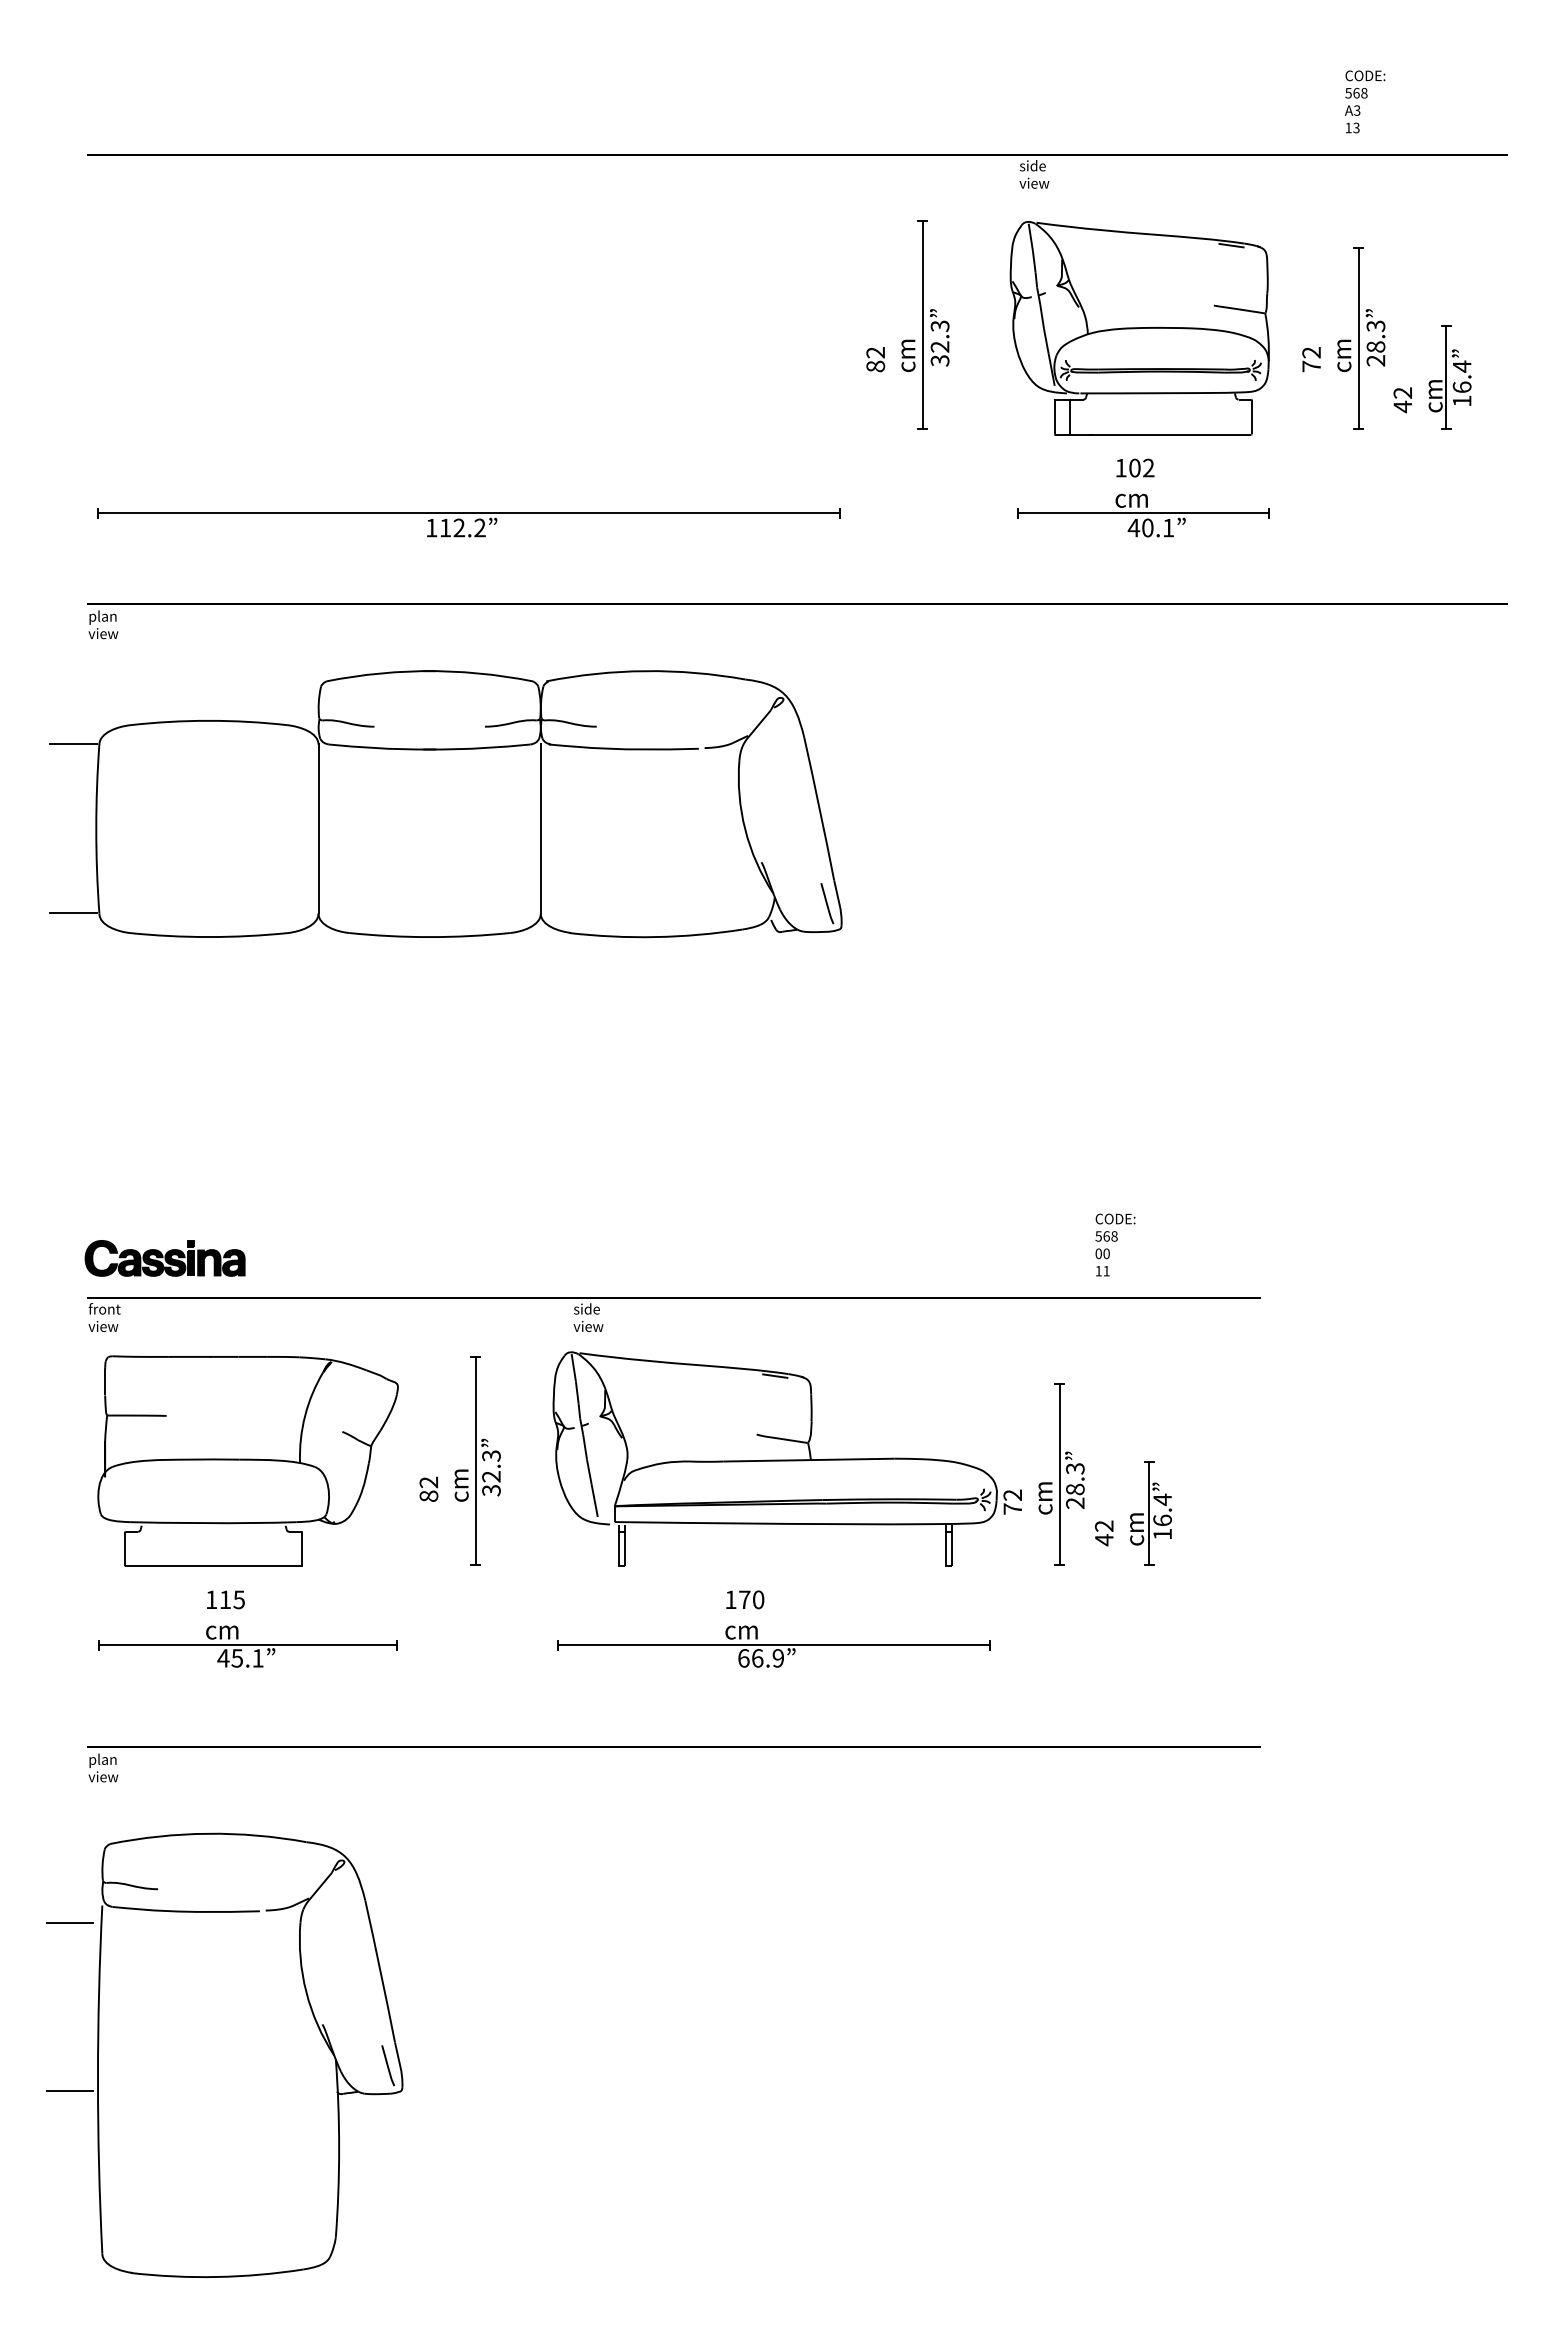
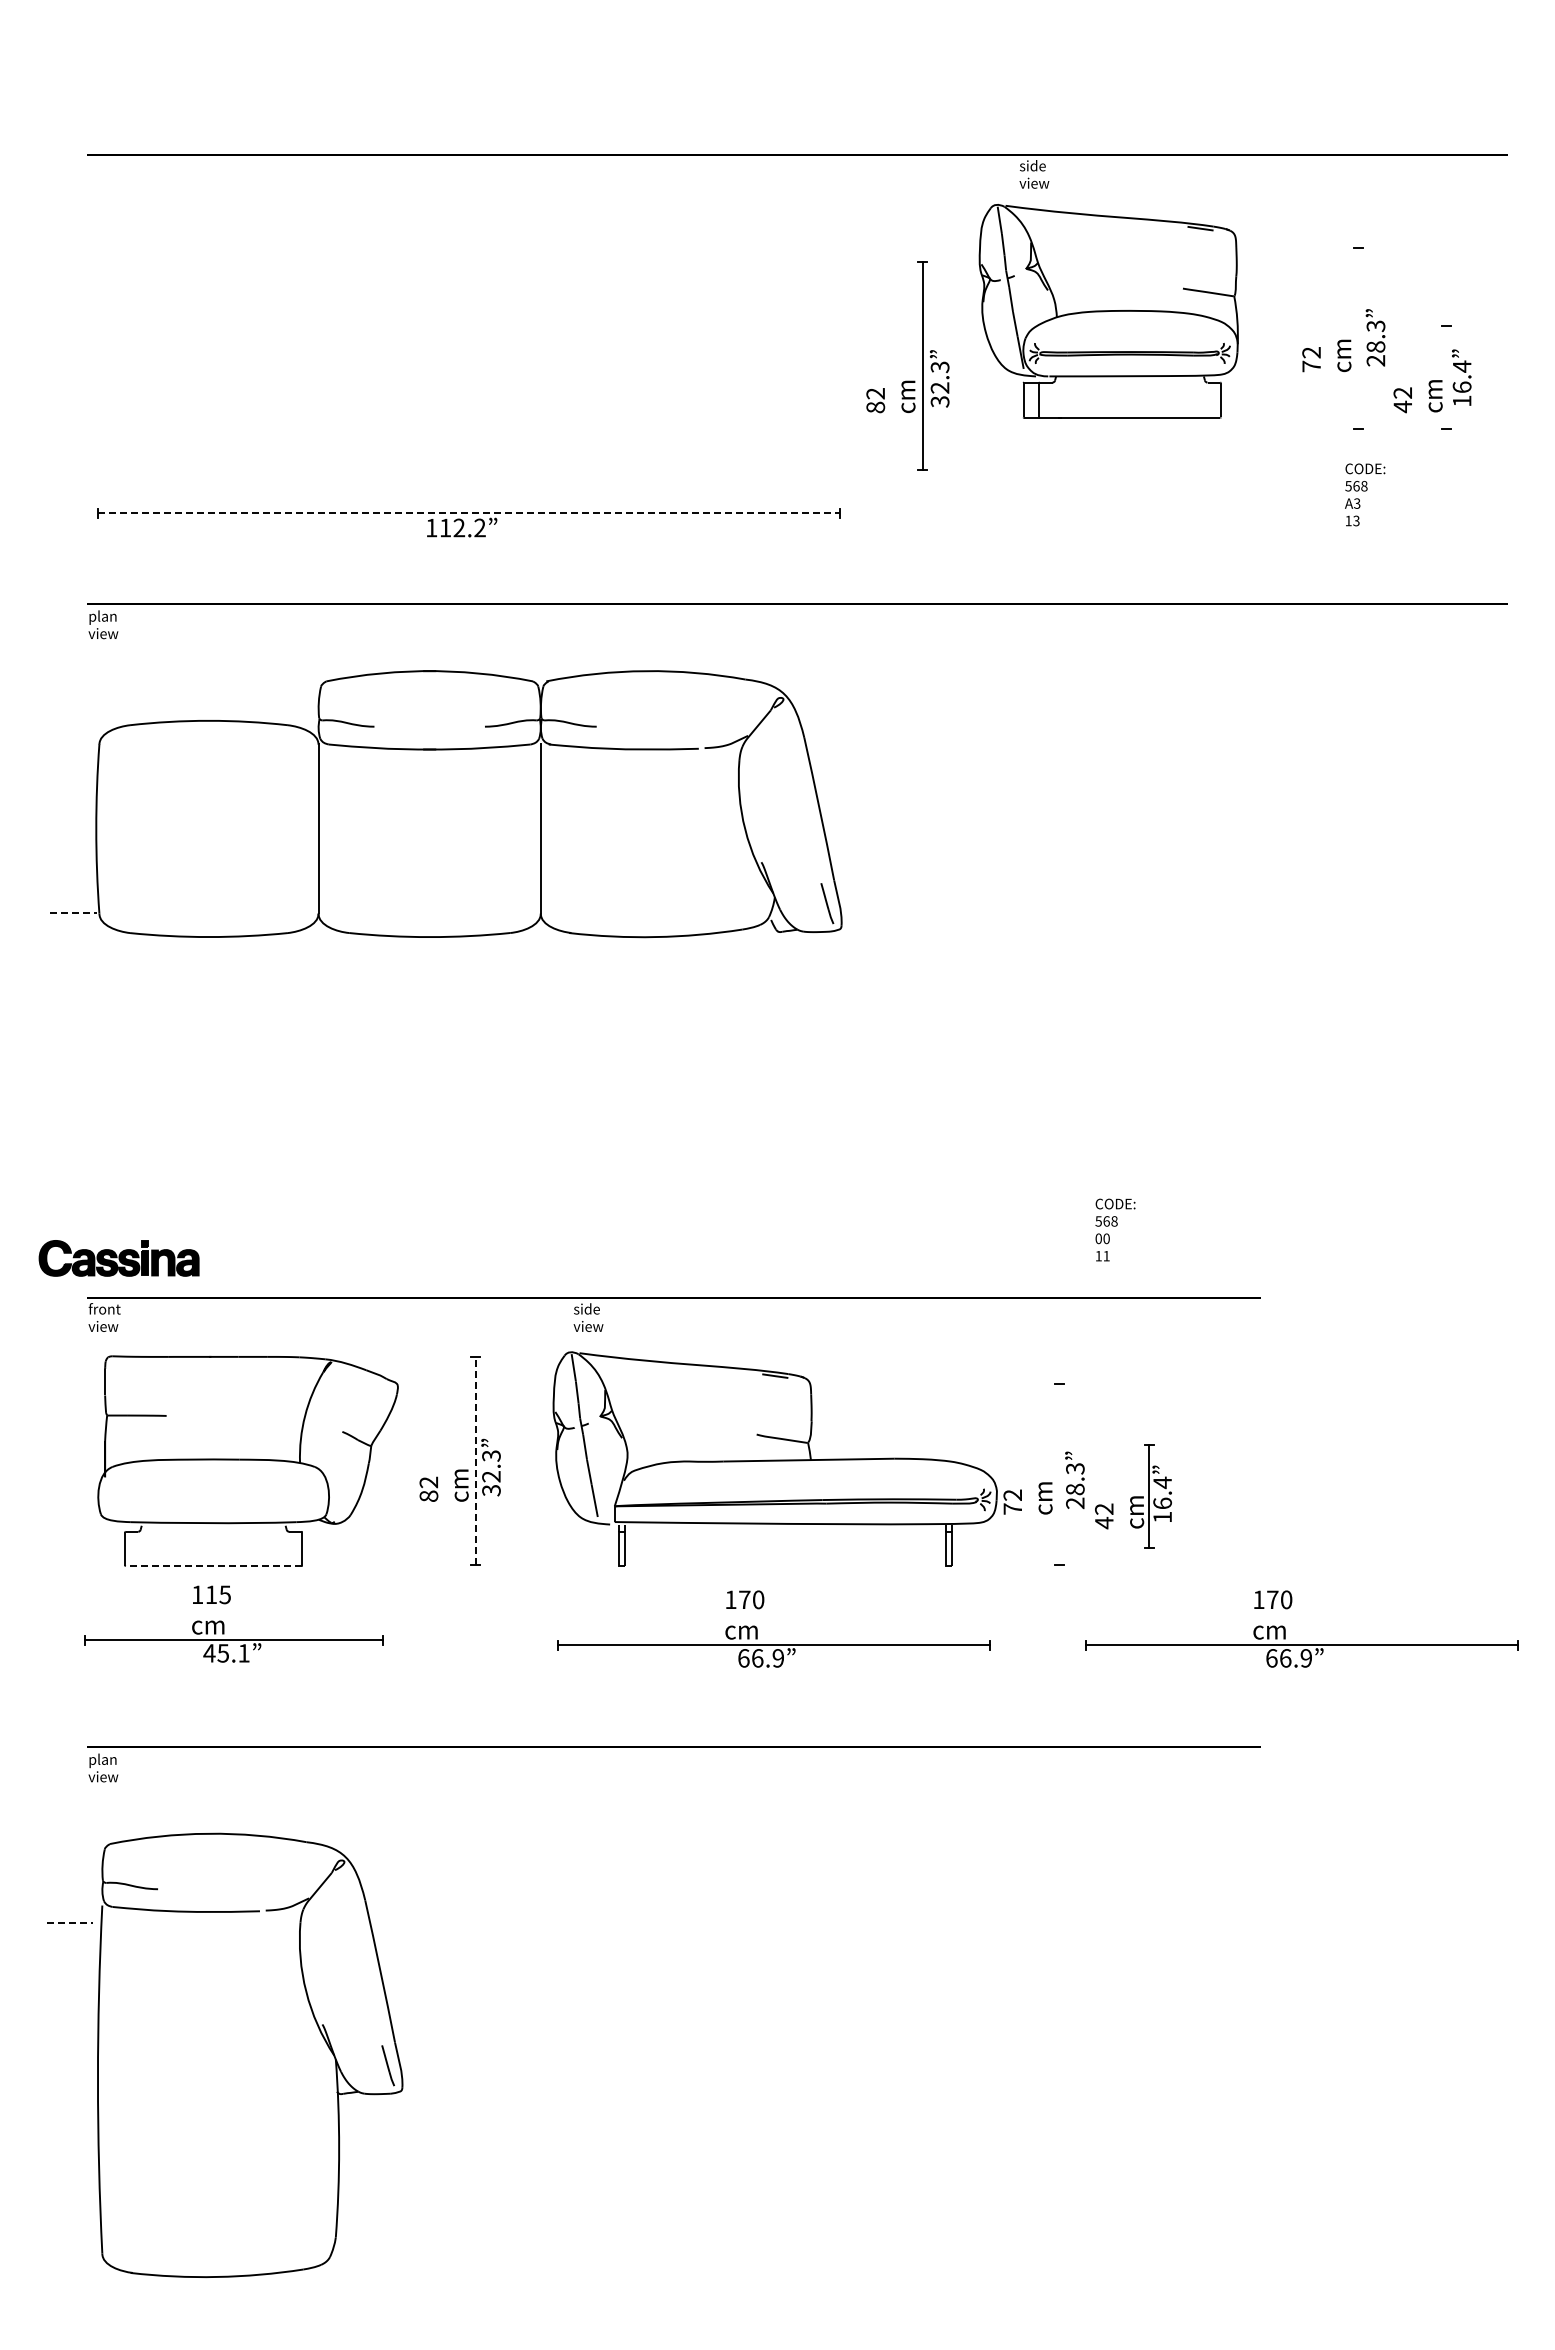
text at (1365, 101) position: (1365, 101) -> (1365, 494)
part at (922, 324) position: (922, 324) -> (922, 365)
part at (1139, 328) position: (1139, 328) -> (1108, 311)
line at (1358, 337): present -> none
line at (1446, 376): present -> none
part at (1143, 497): present -> none
line at (468, 513): solid -> dashed
line at (73, 744): present -> none
line at (74, 913): solid -> dashed
text at (1115, 1244) position: (1115, 1244) -> (1115, 1229)
part at (164, 1258) position: (164, 1258) -> (118, 1258)
line at (475, 1461): solid -> dashed
line at (1059, 1473): present -> none
part at (1133, 1513) position: (1133, 1513) -> (1133, 1496)
line at (213, 1566): solid -> dashed
part at (1285, 1628): none -> present
part at (238, 1629) position: (238, 1629) -> (224, 1624)
line at (70, 1922): solid -> dashed
line at (69, 2091): present -> none
